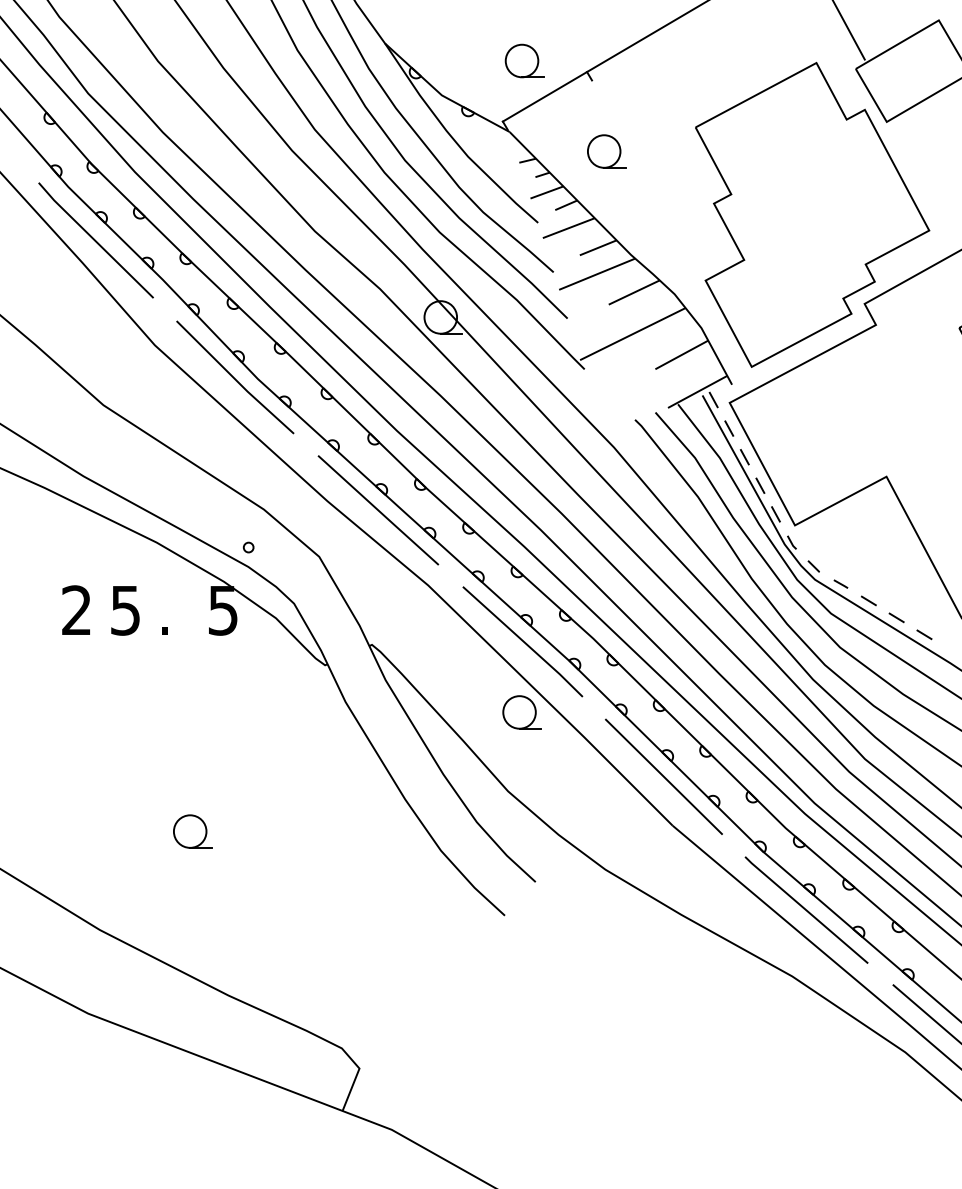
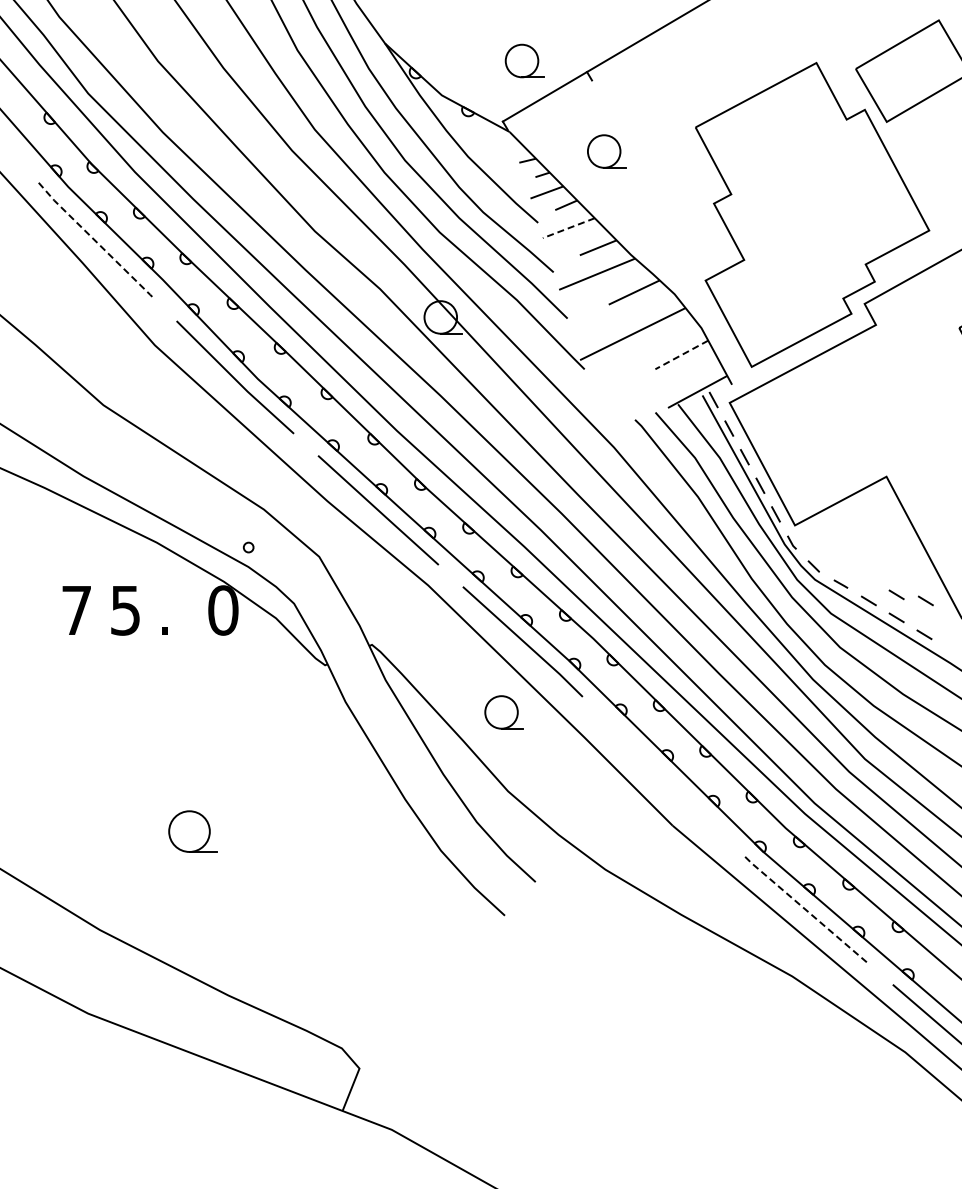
line at (848, 30): present -> none
line at (568, 228): solid -> dashed
line at (95, 240): solid -> dashed
line at (681, 355): solid -> dashed
line at (896, 594): none -> present
line at (925, 600): none -> present
text at (76, 609): 2 -> 7
text at (223, 610): 5 -> 0
part at (521, 712) position: (521, 712) -> (503, 712)
line at (663, 776): present -> none
part at (192, 831) size: 40x35 px -> 50x43 px
line at (806, 910): solid -> dashed
